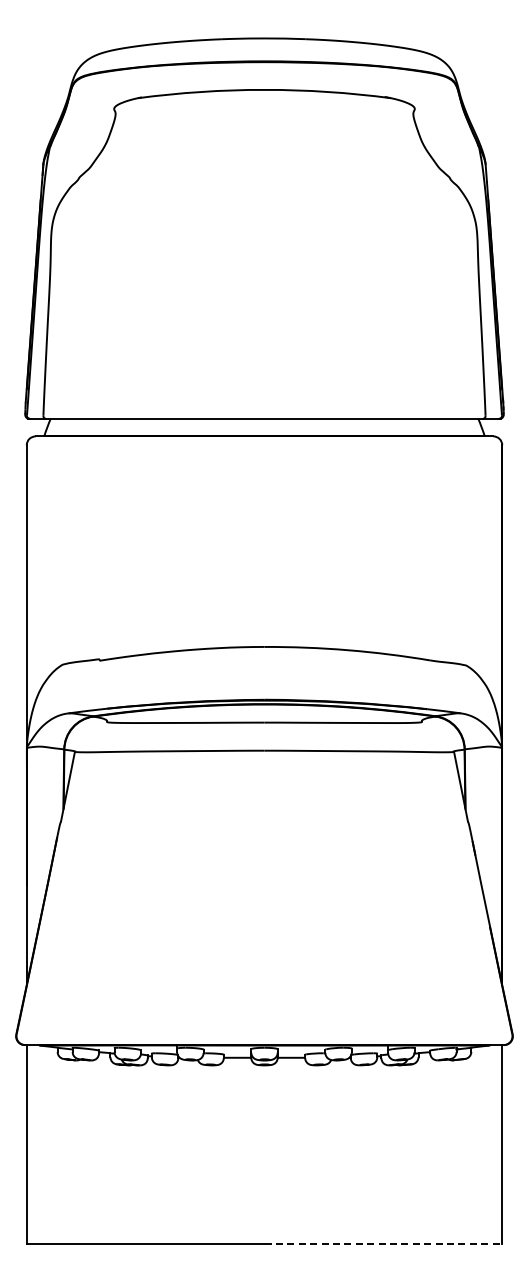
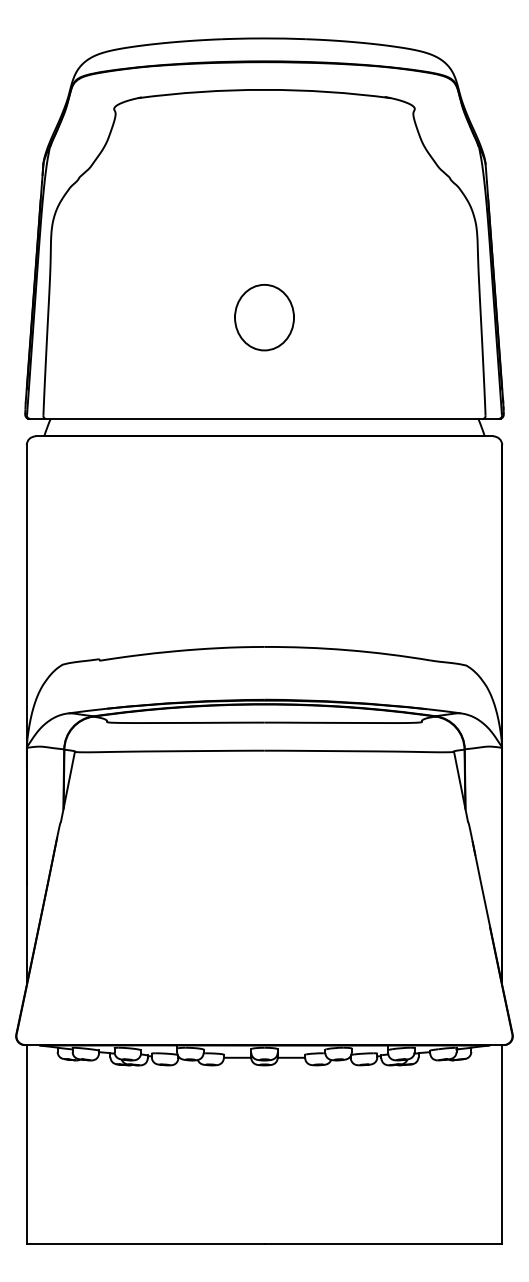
part at (264, 317): none -> present
line at (383, 1243): dashed -> solid
